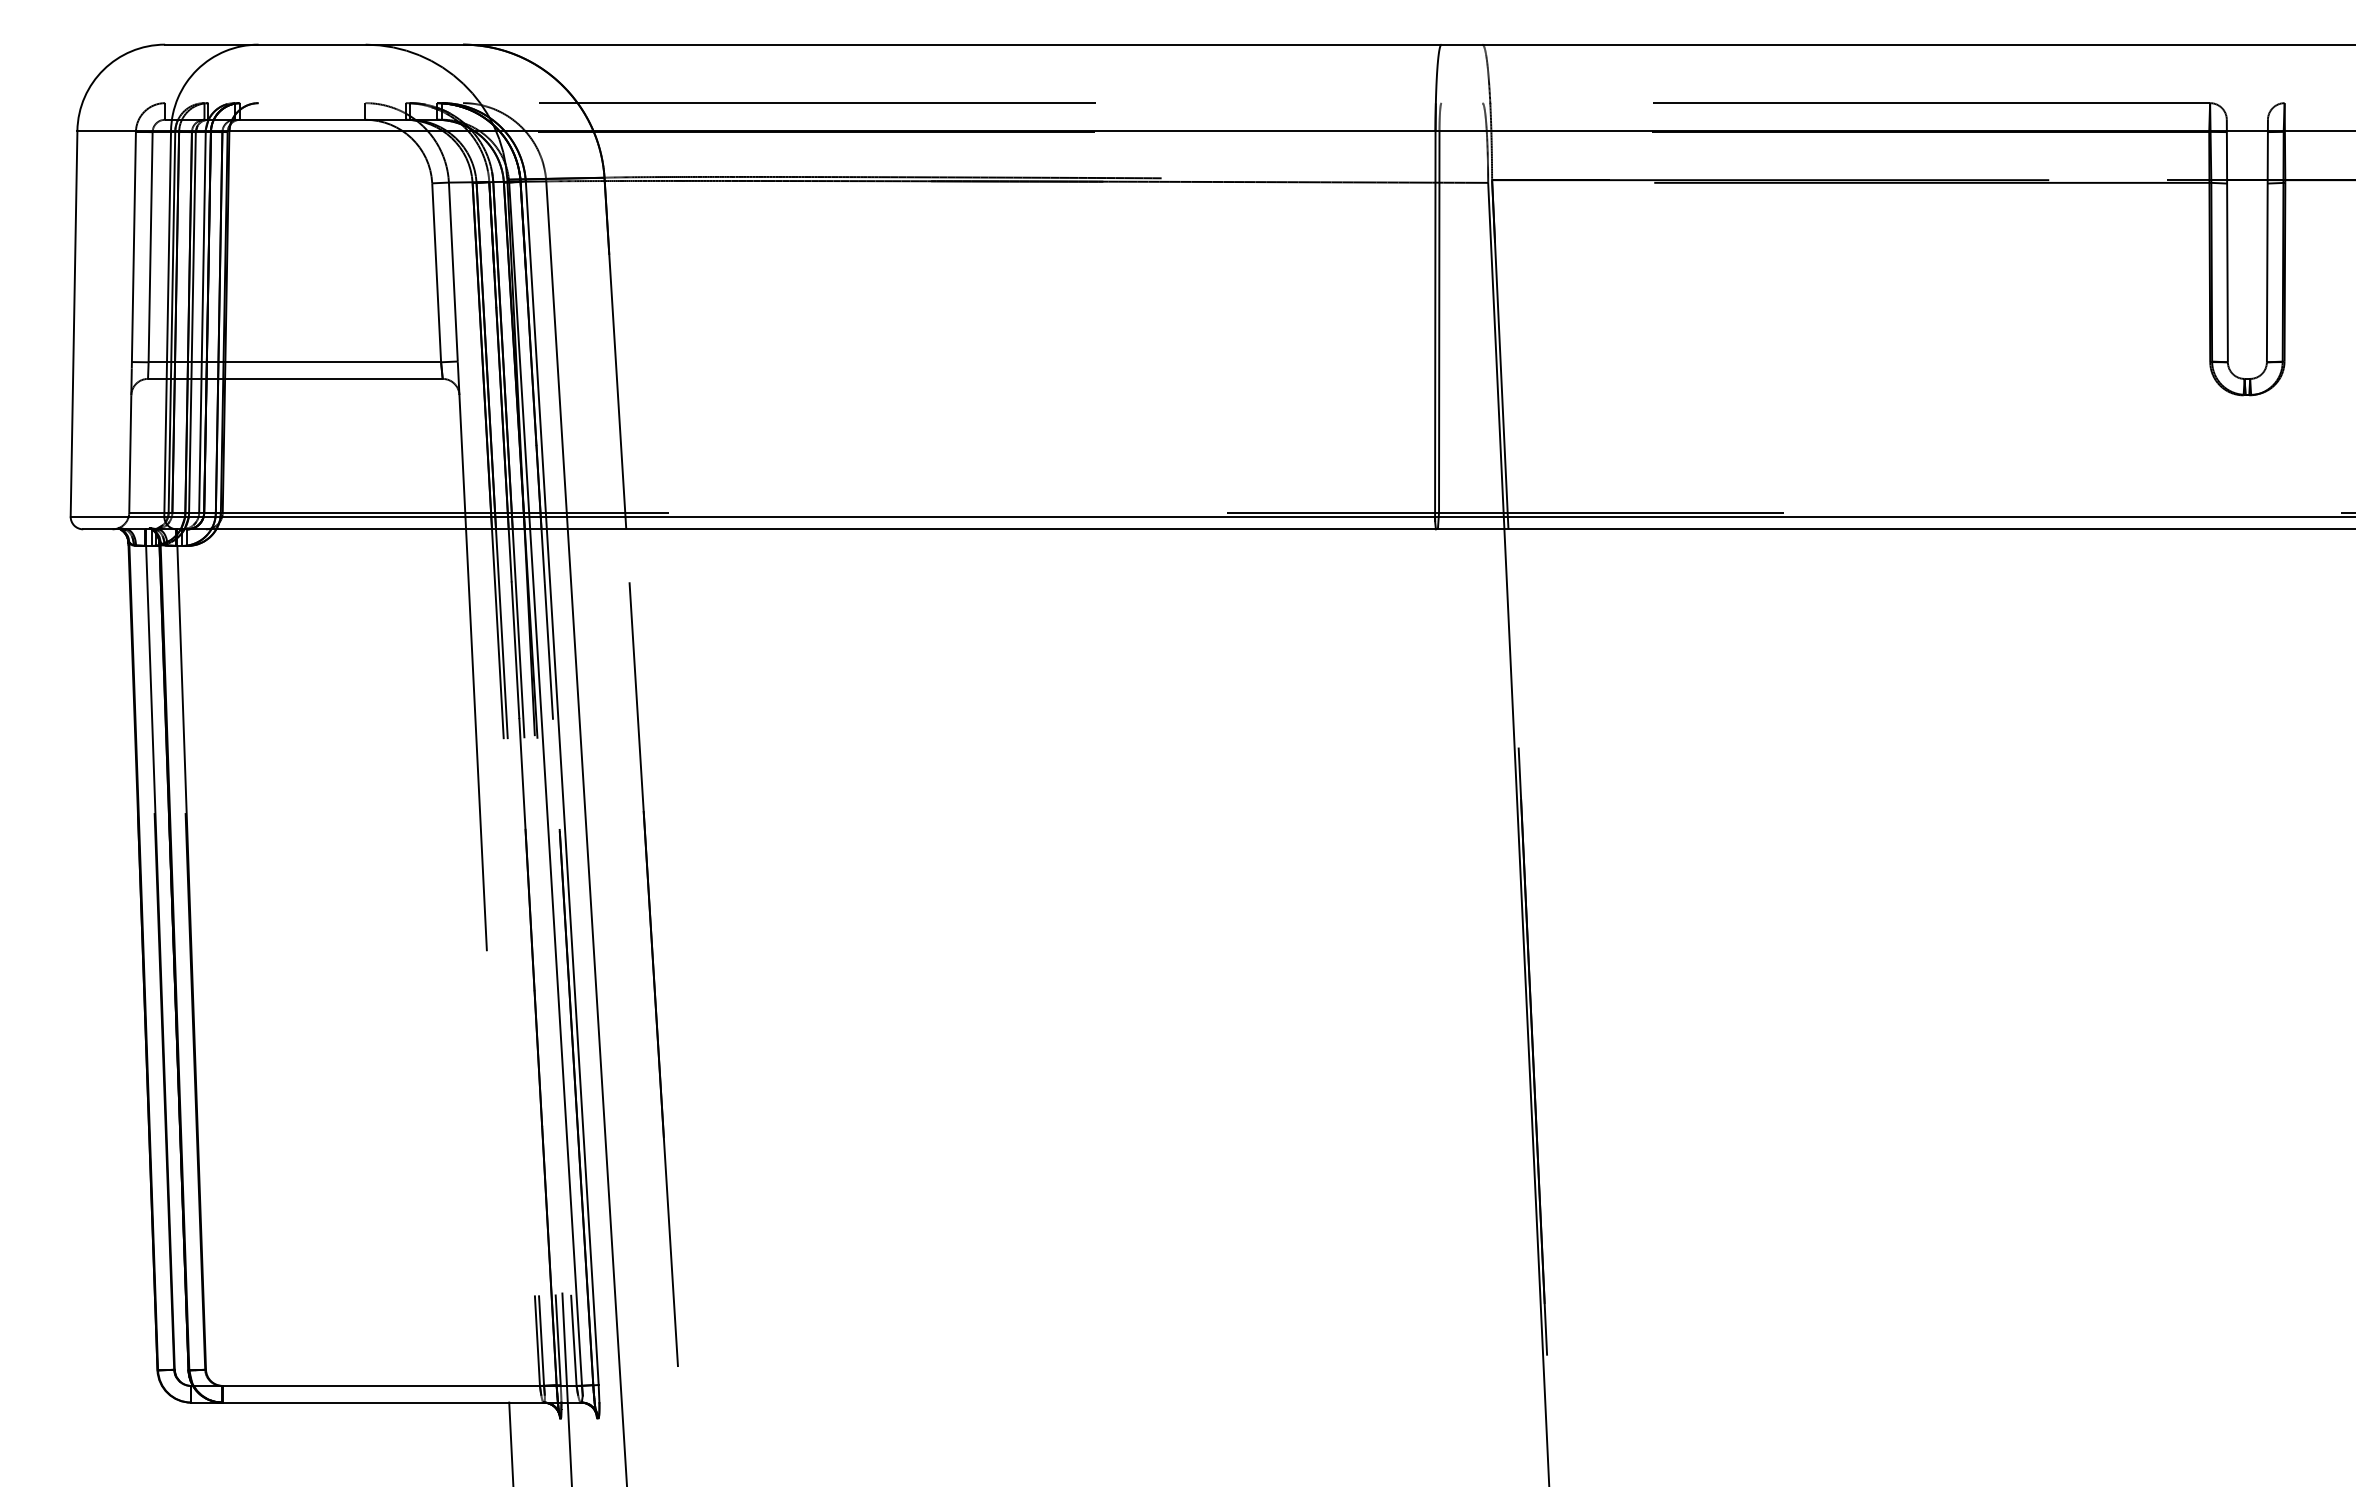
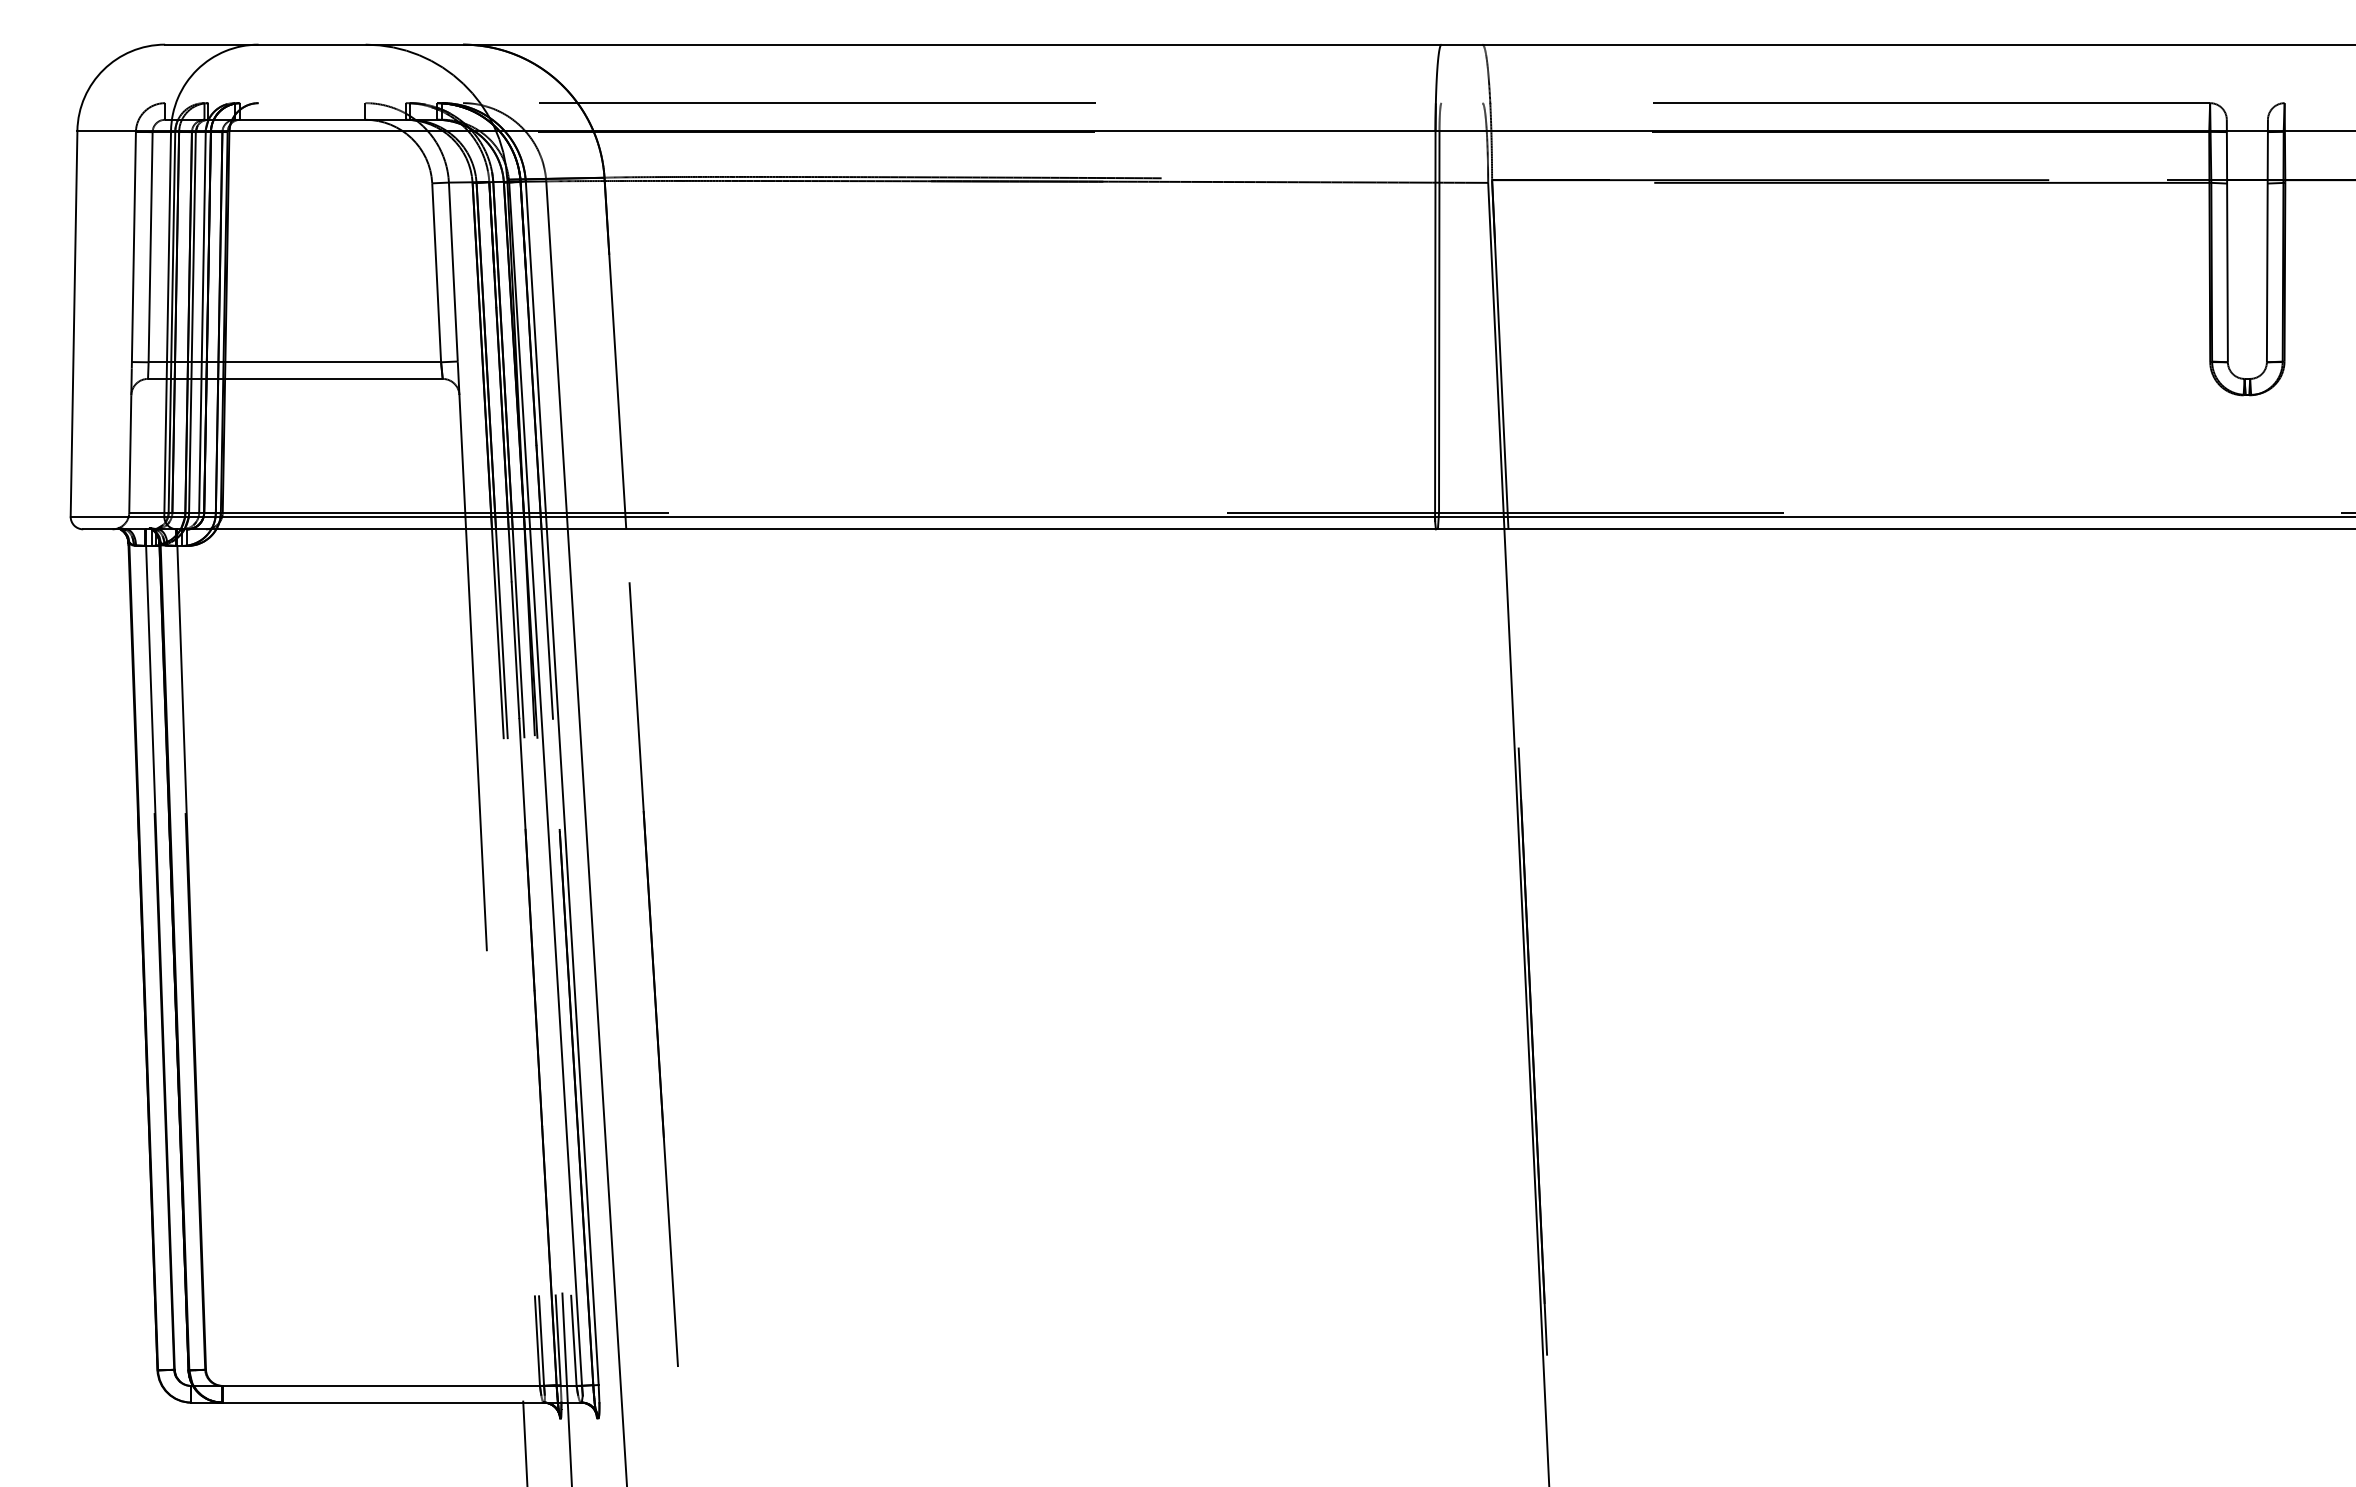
line at (511, 1442) position: (511, 1442) -> (525, 1442)
